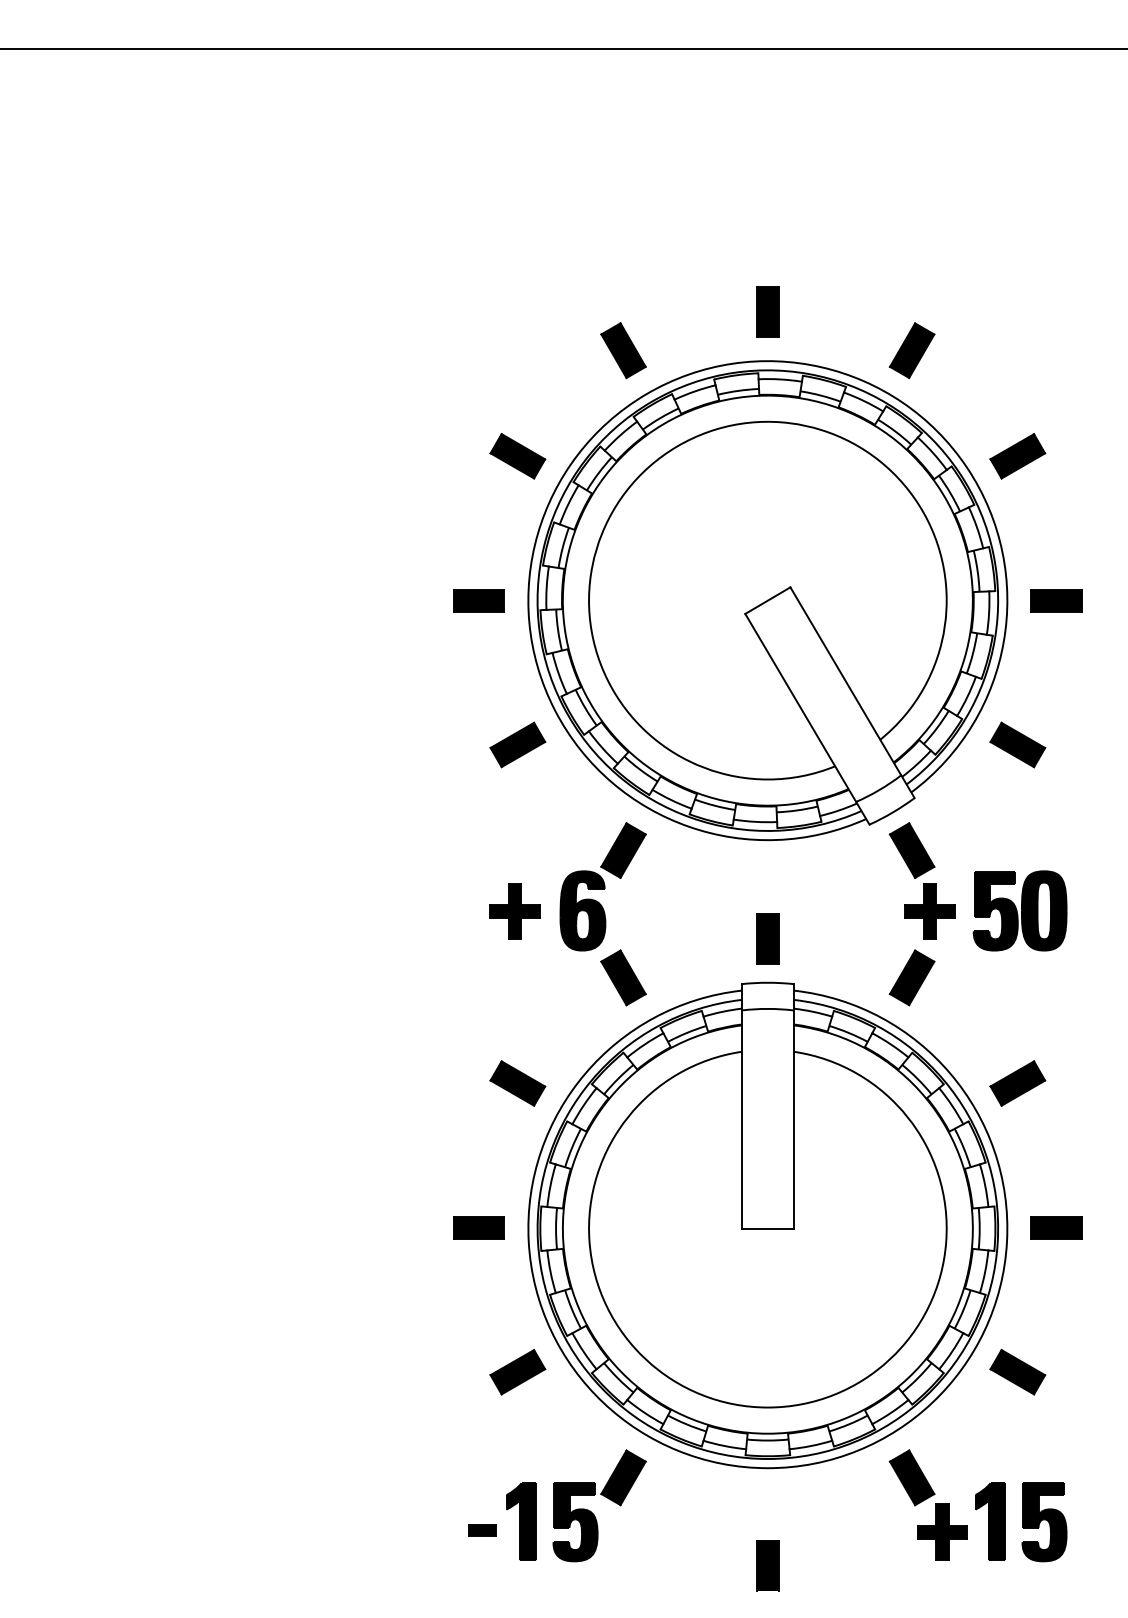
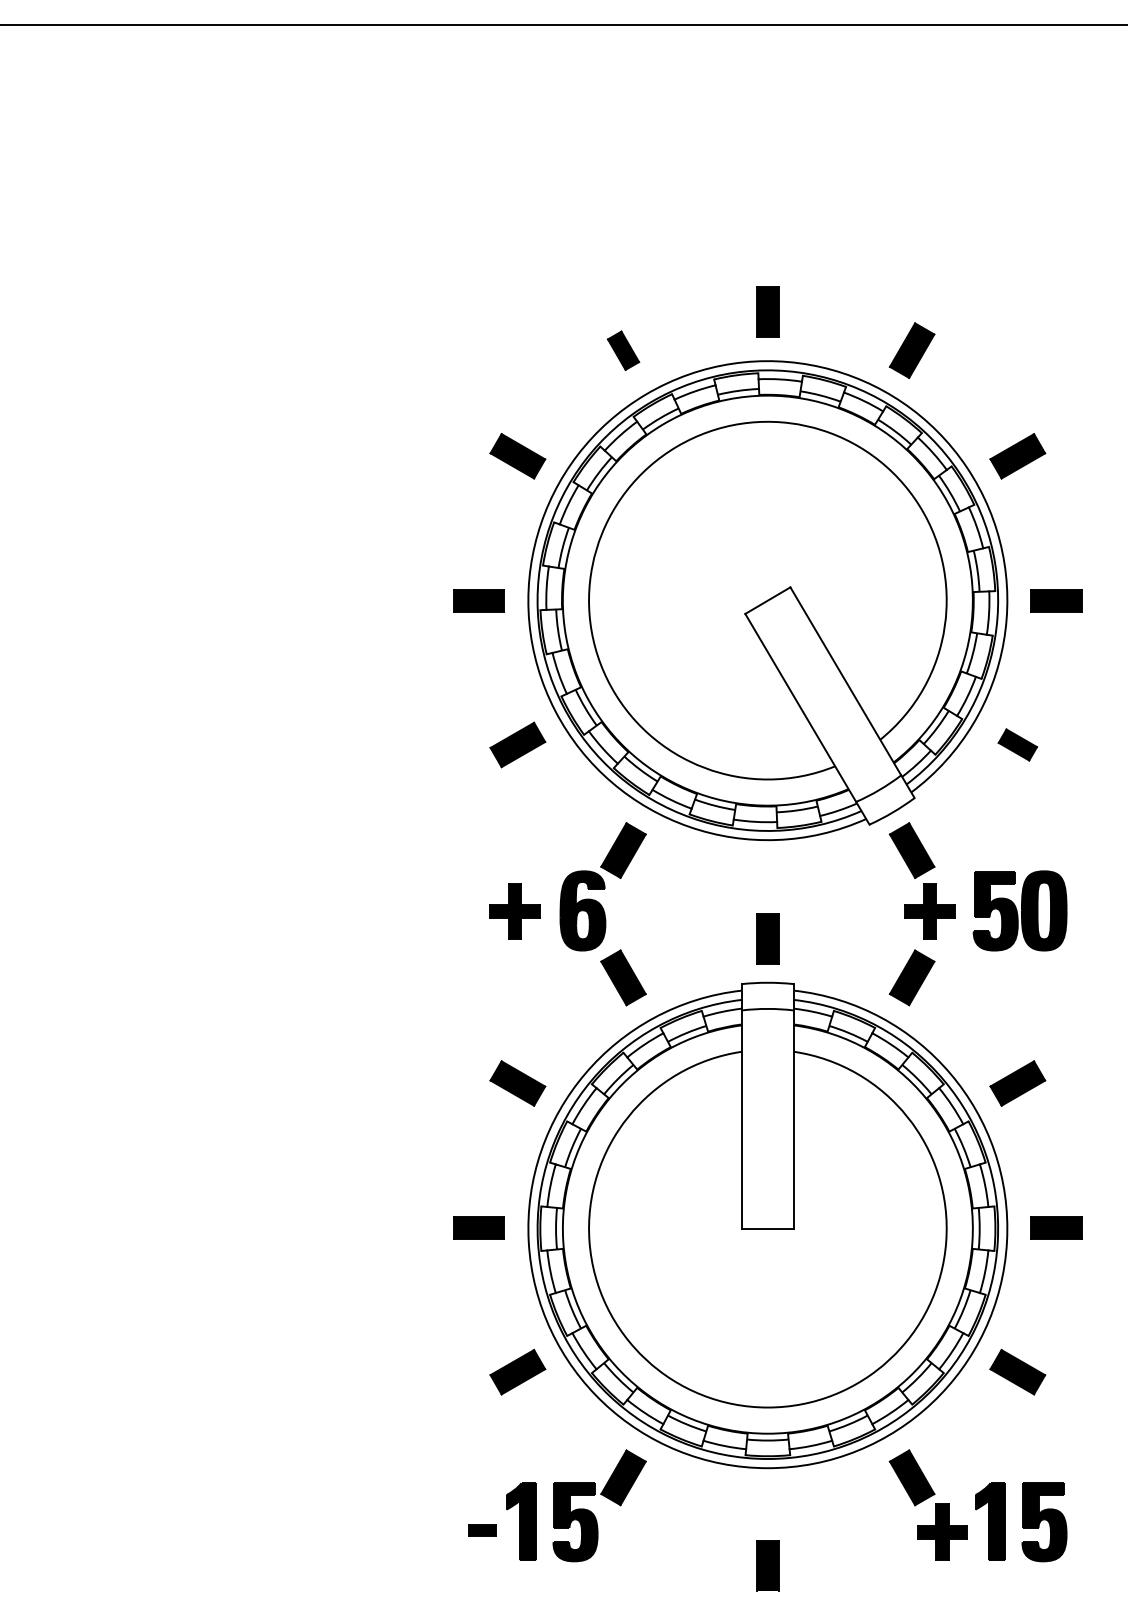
line at (563, 48) position: (563, 48) -> (563, 24)
part at (623, 350) size: 47x58 px -> 35x41 px
part at (1017, 744) size: 58x48 px -> 42x34 px
